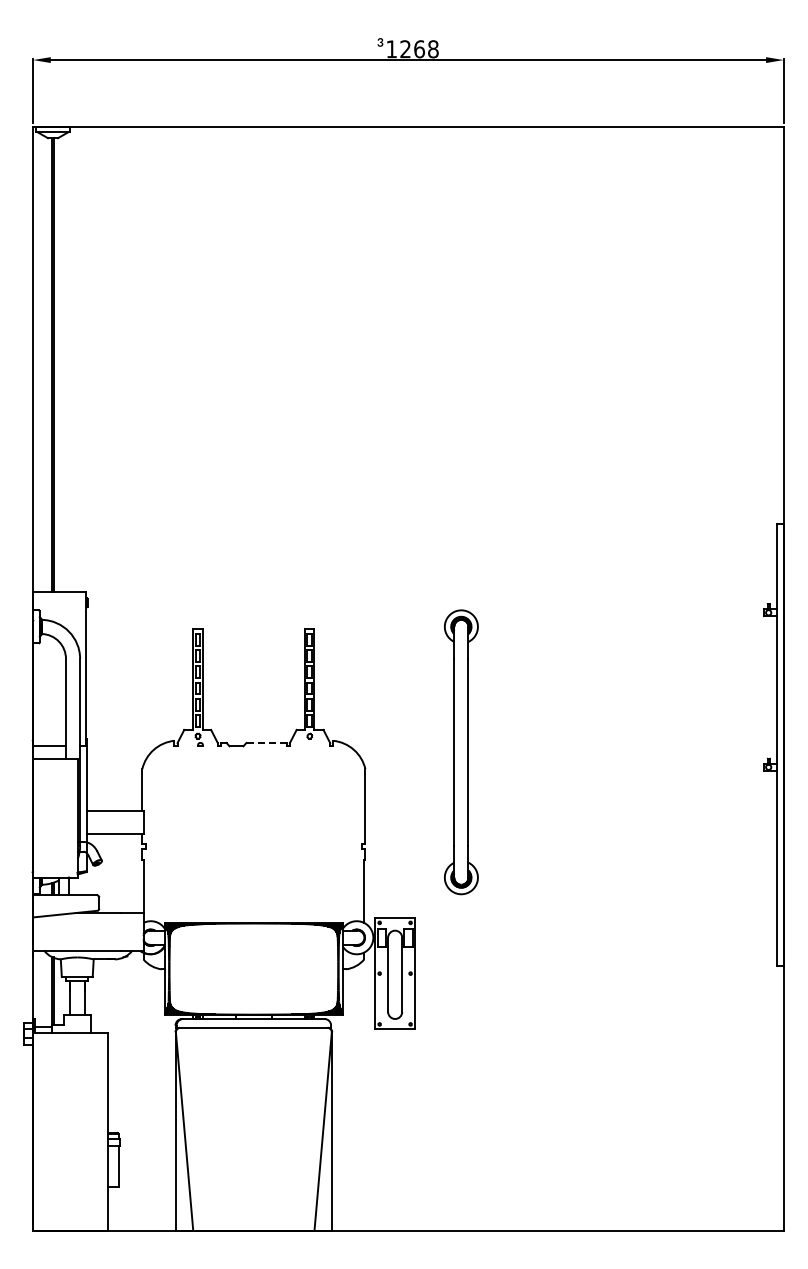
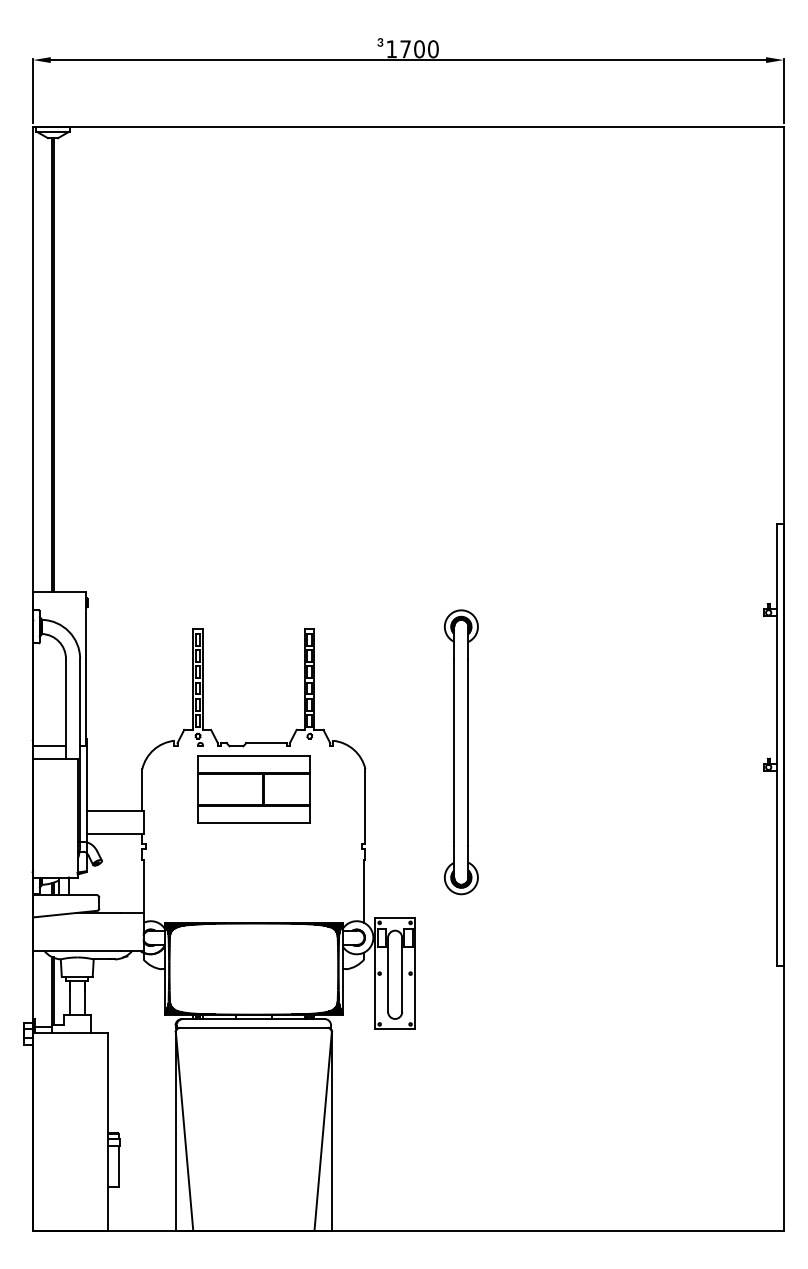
text at (419, 49): 1268 -> 1700
line at (266, 742): dashed -> solid
part at (253, 789): none -> present
